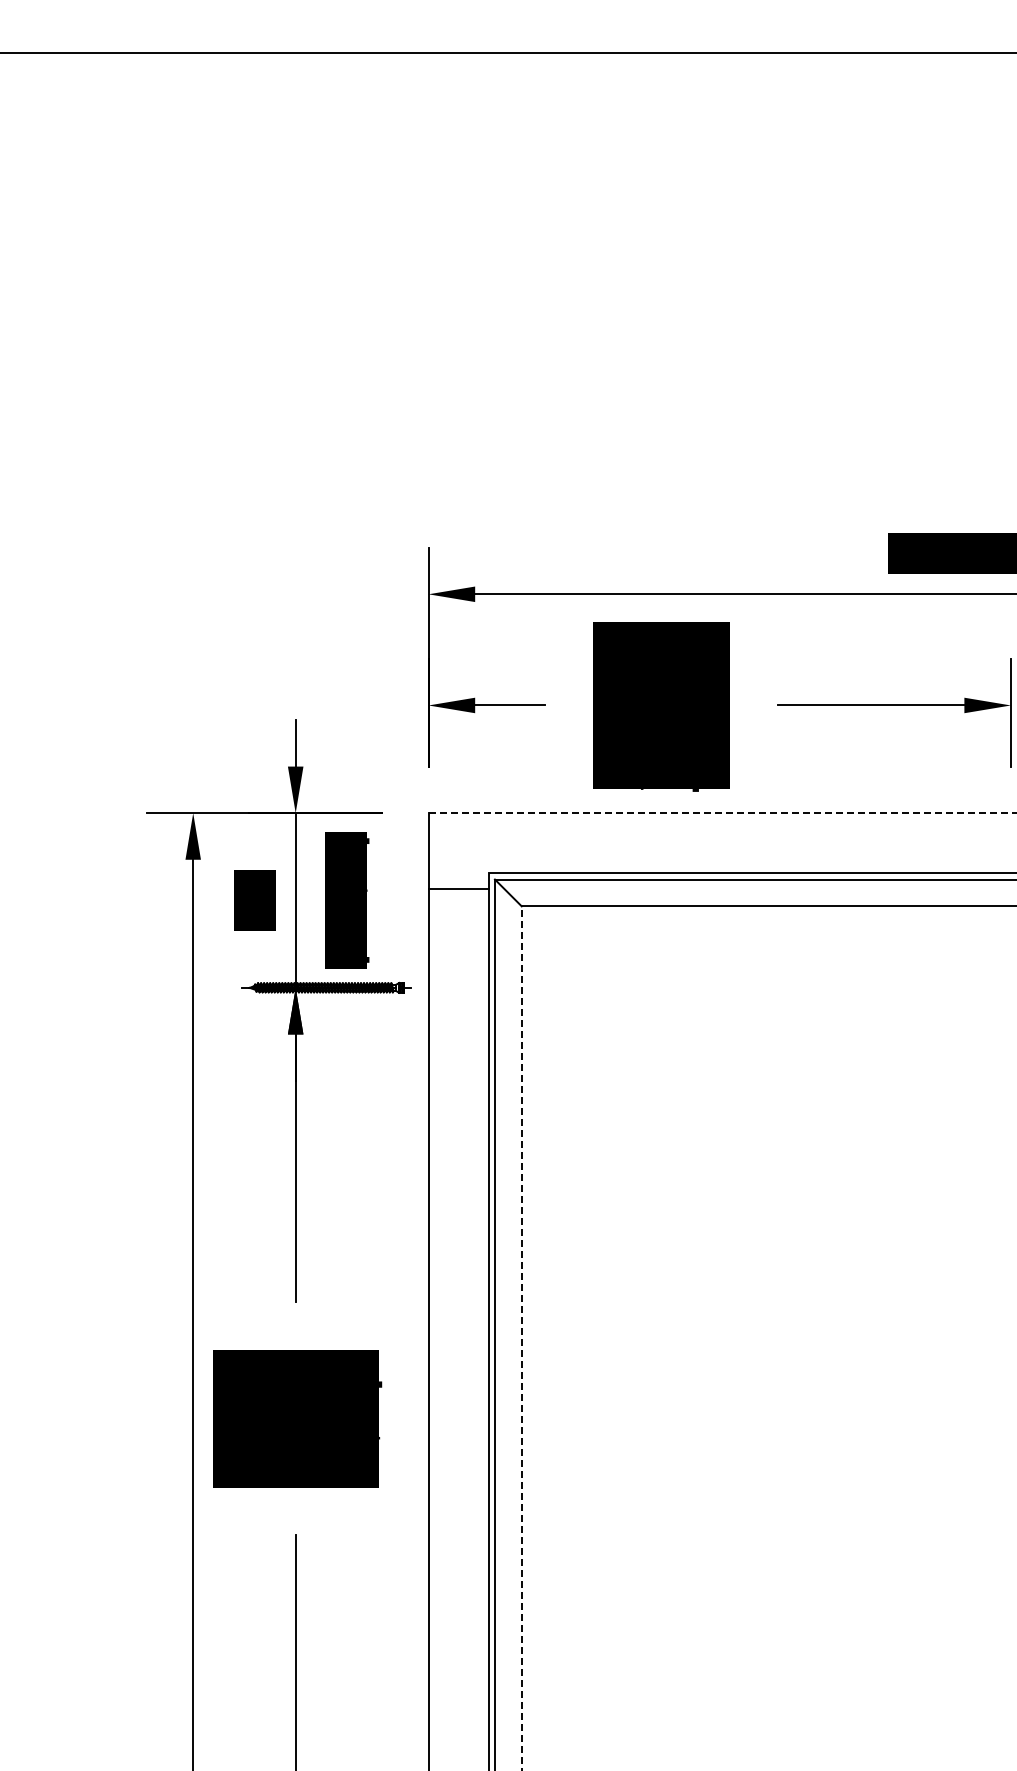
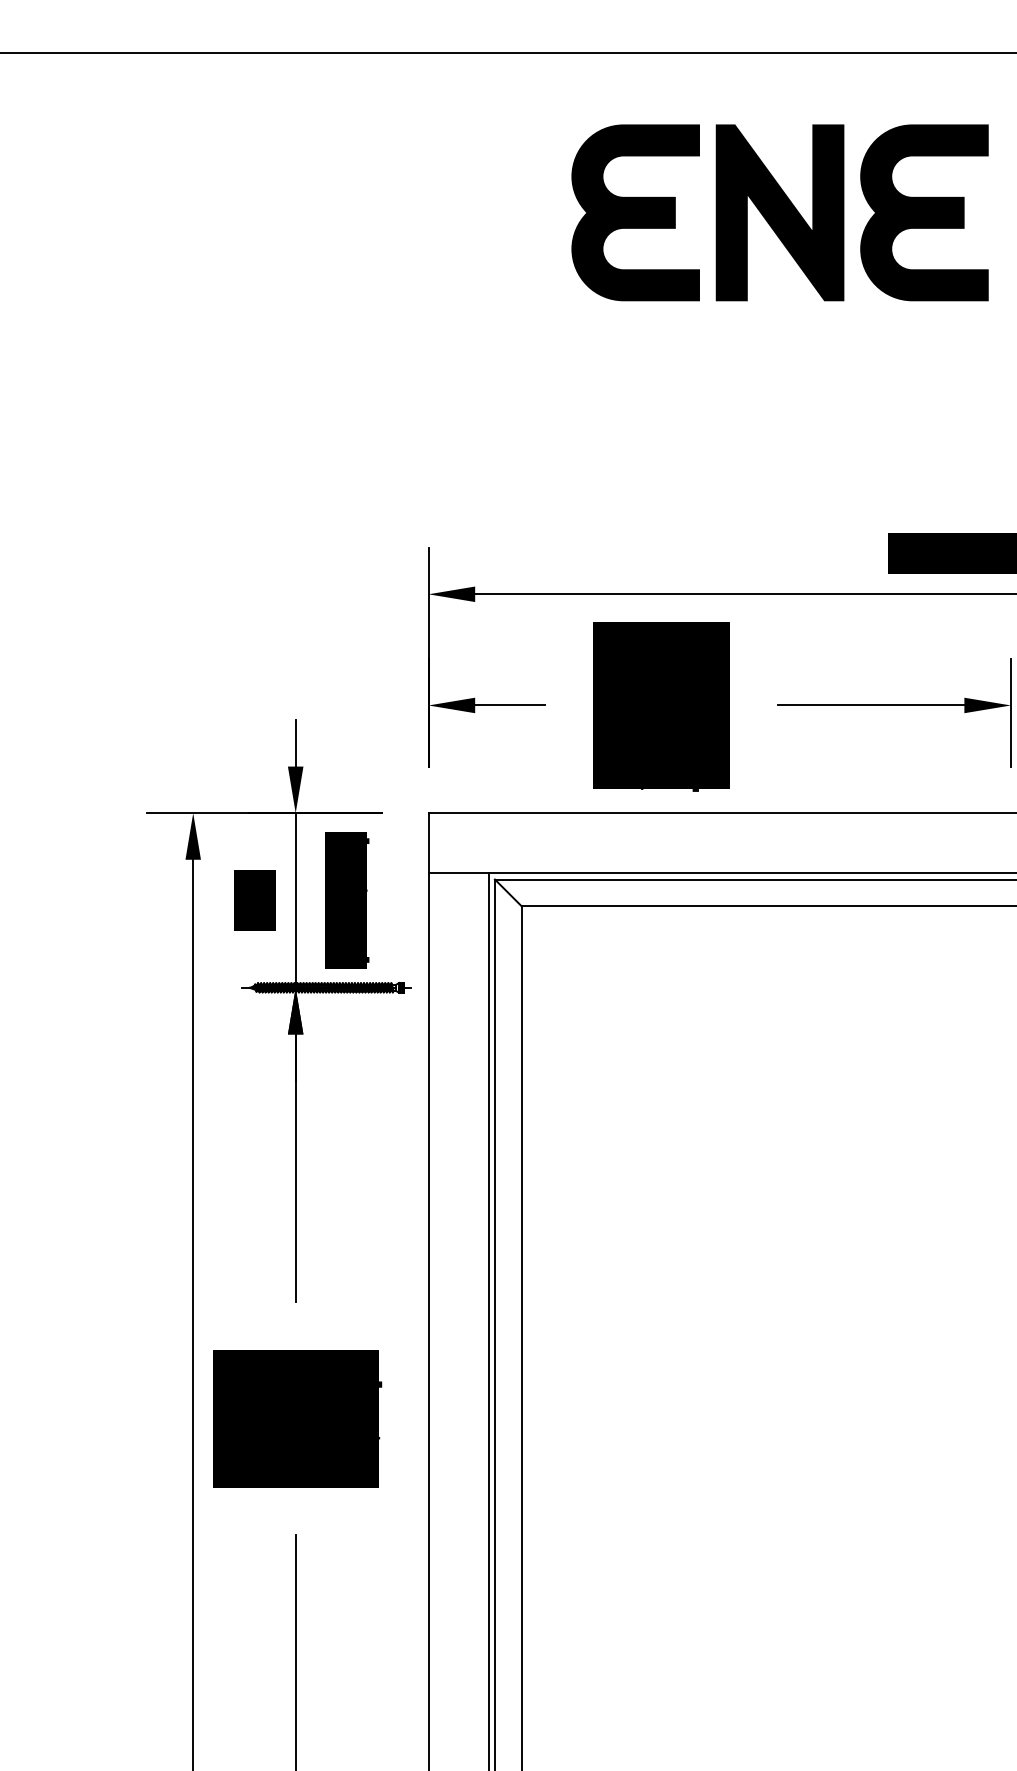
part at (779, 212): none -> present
line at (722, 813): dashed -> solid
line at (458, 889) position: (458, 889) -> (458, 873)
line at (521, 1338): dashed -> solid
